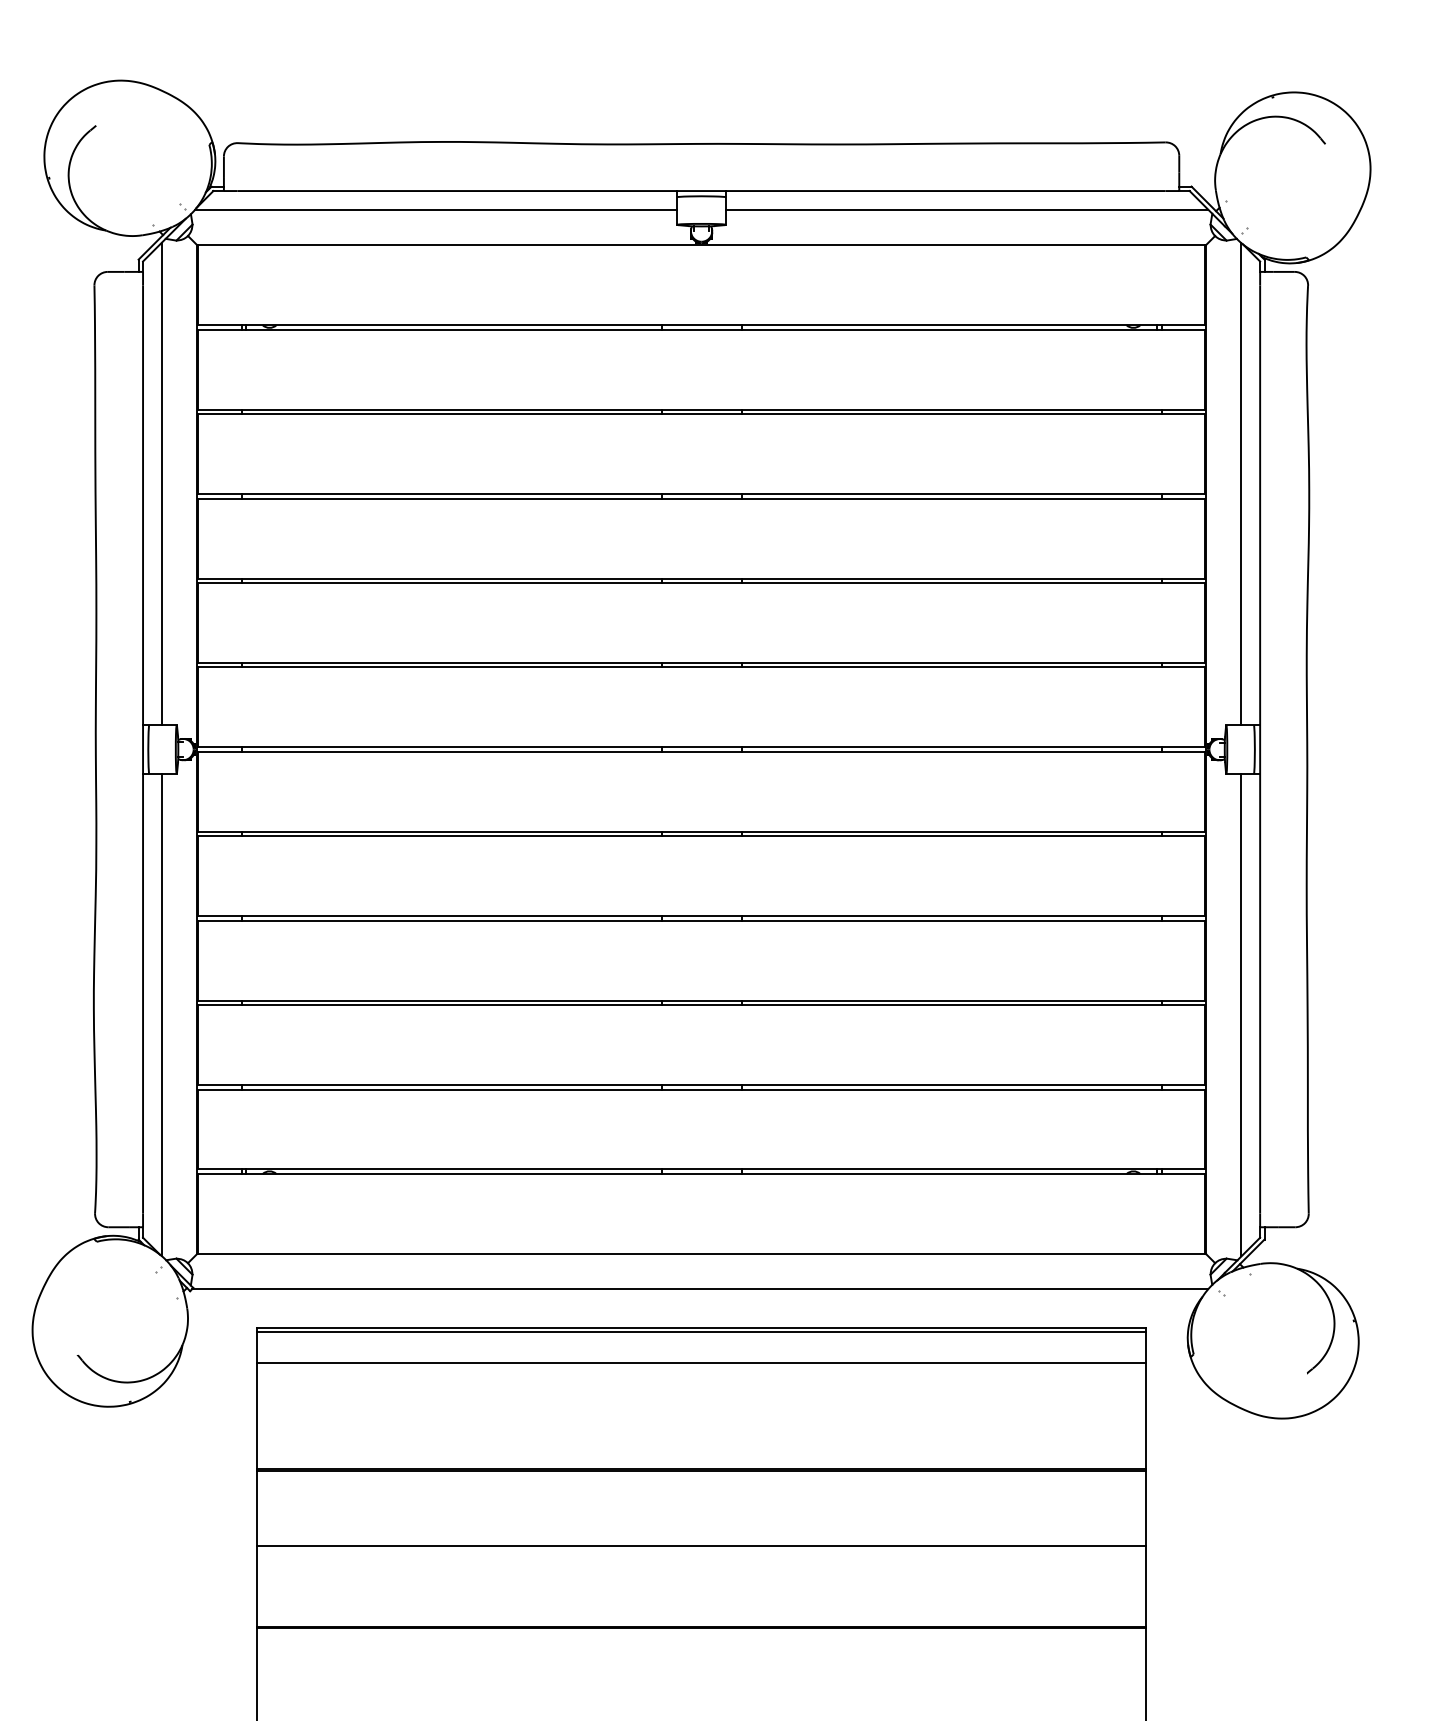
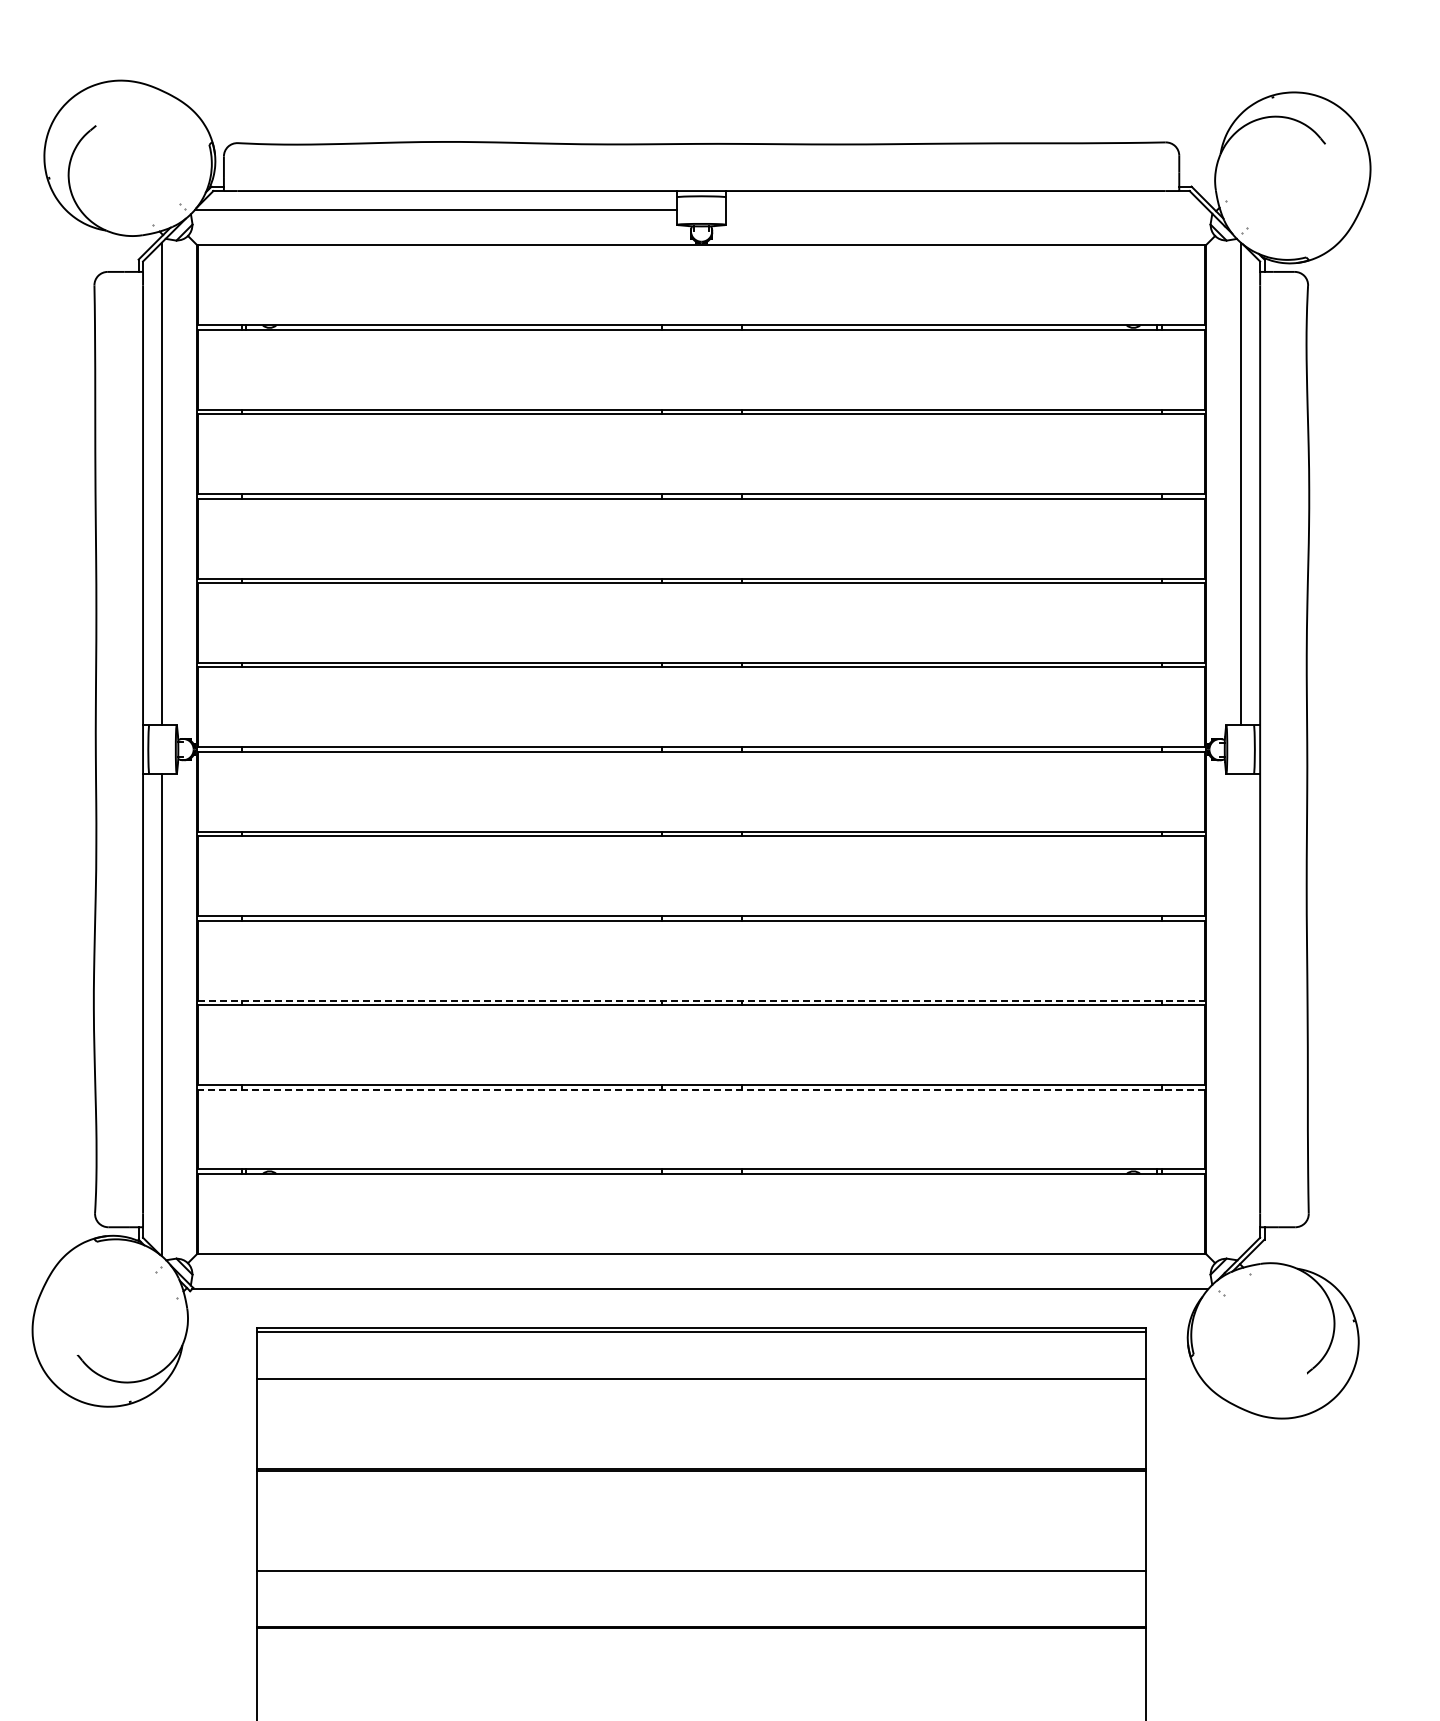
line at (967, 209): present -> none
line at (701, 1000): solid -> dashed
line at (1241, 1015): present -> none
line at (701, 1089): solid -> dashed
line at (701, 1363) position: (701, 1363) -> (701, 1379)
line at (701, 1545) position: (701, 1545) -> (701, 1570)
